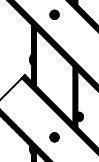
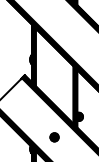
part at (54, 14): present -> none
